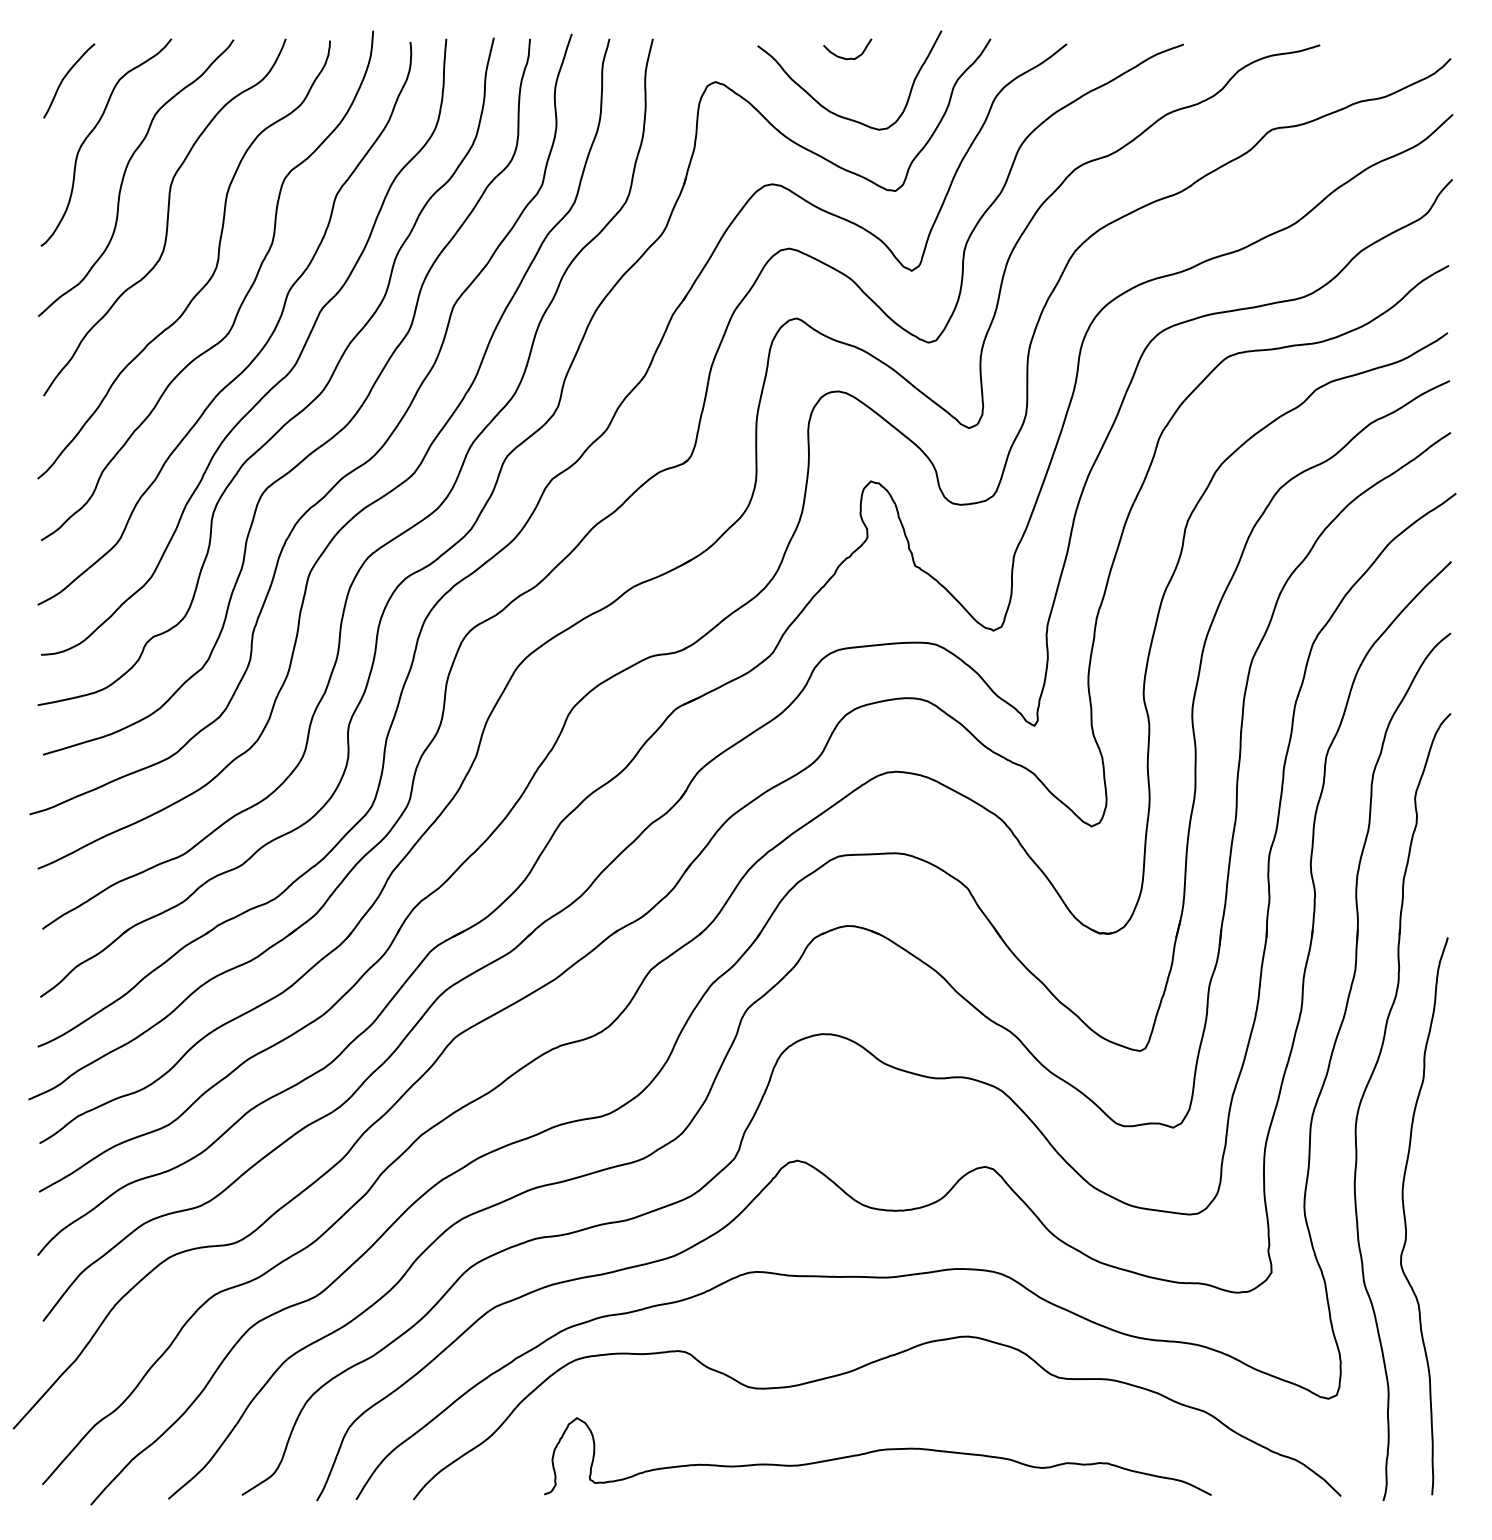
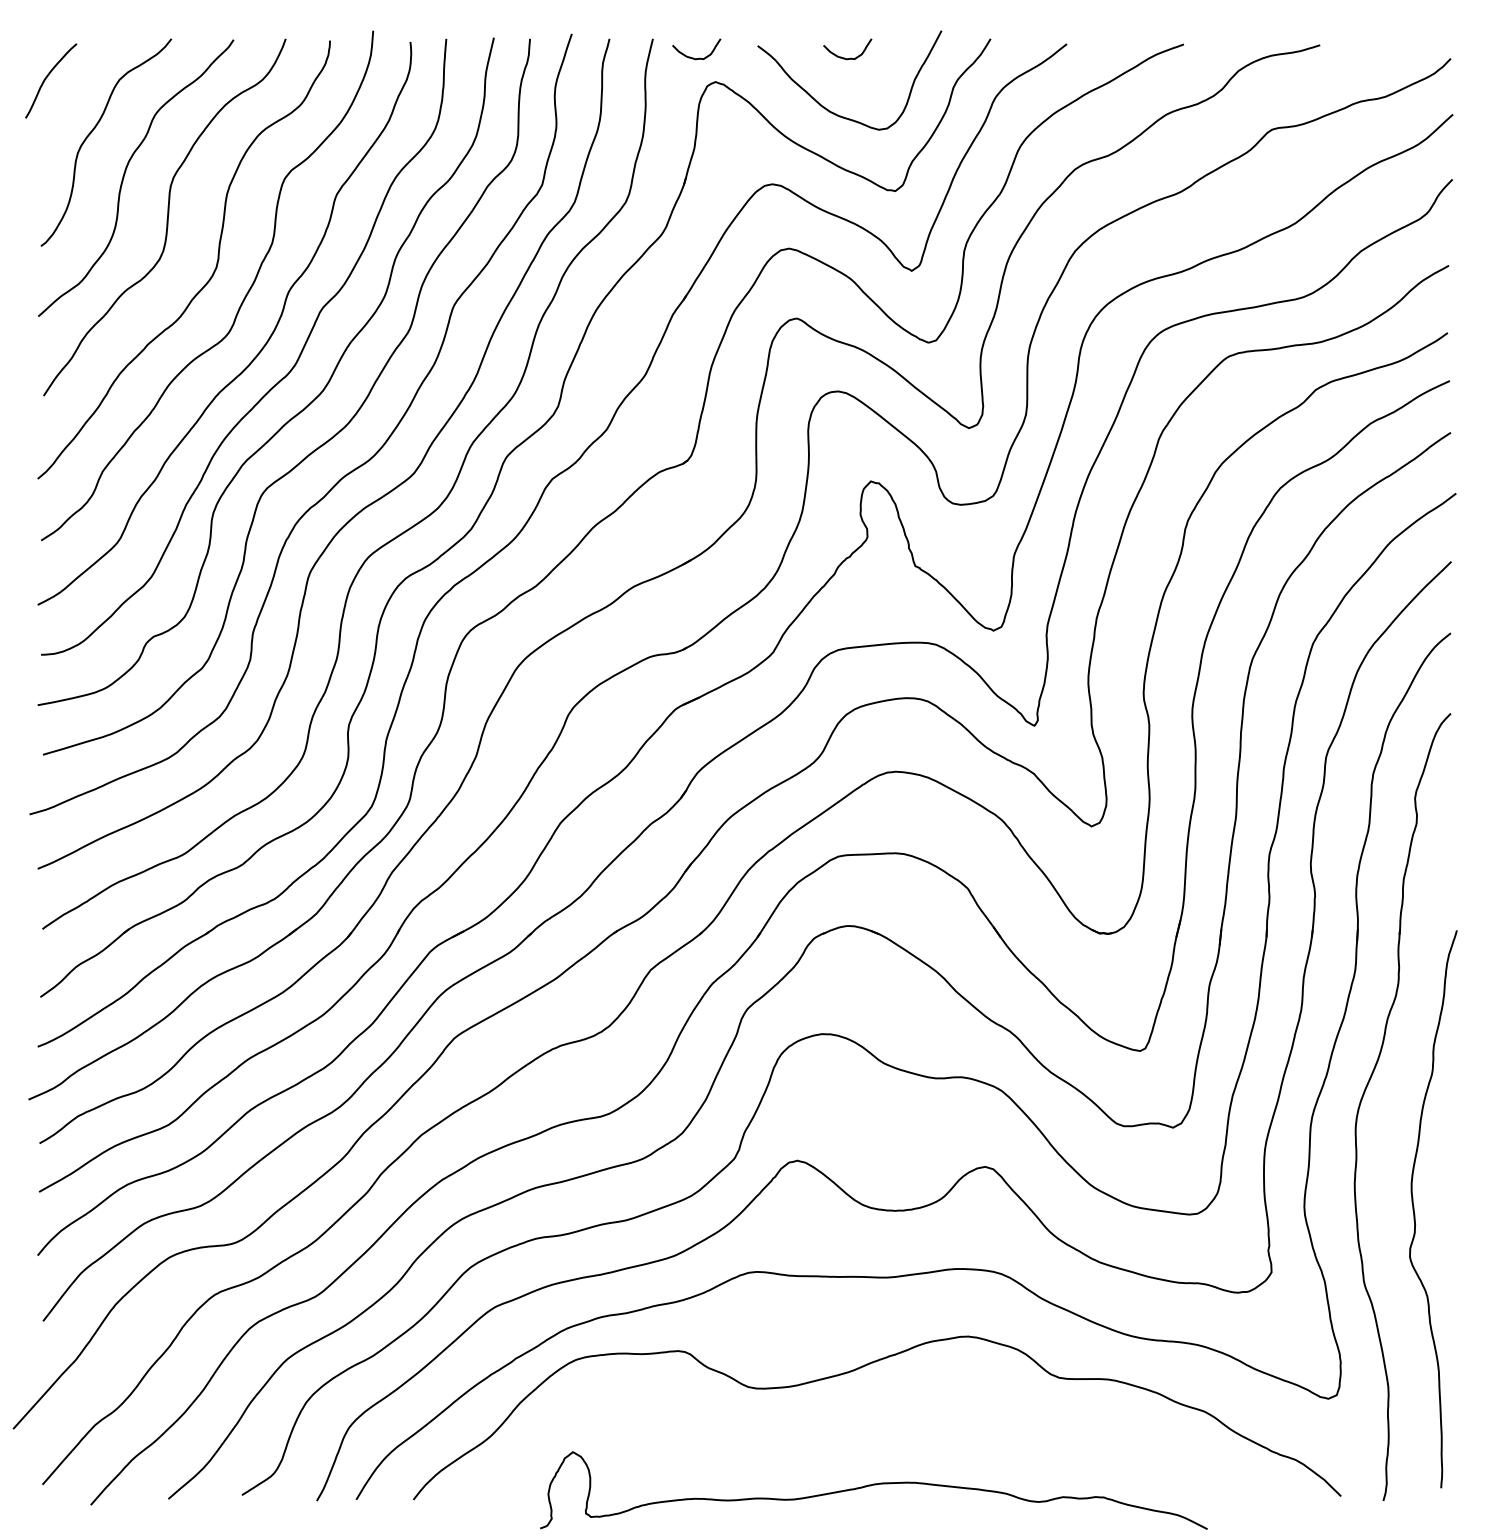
curve at (693, 57): none -> present
curve at (66, 76) position: (66, 76) -> (48, 76)
curve at (1406, 1221) position: (1406, 1221) -> (1415, 1214)
curve at (877, 1451) position: (877, 1451) -> (873, 1485)
